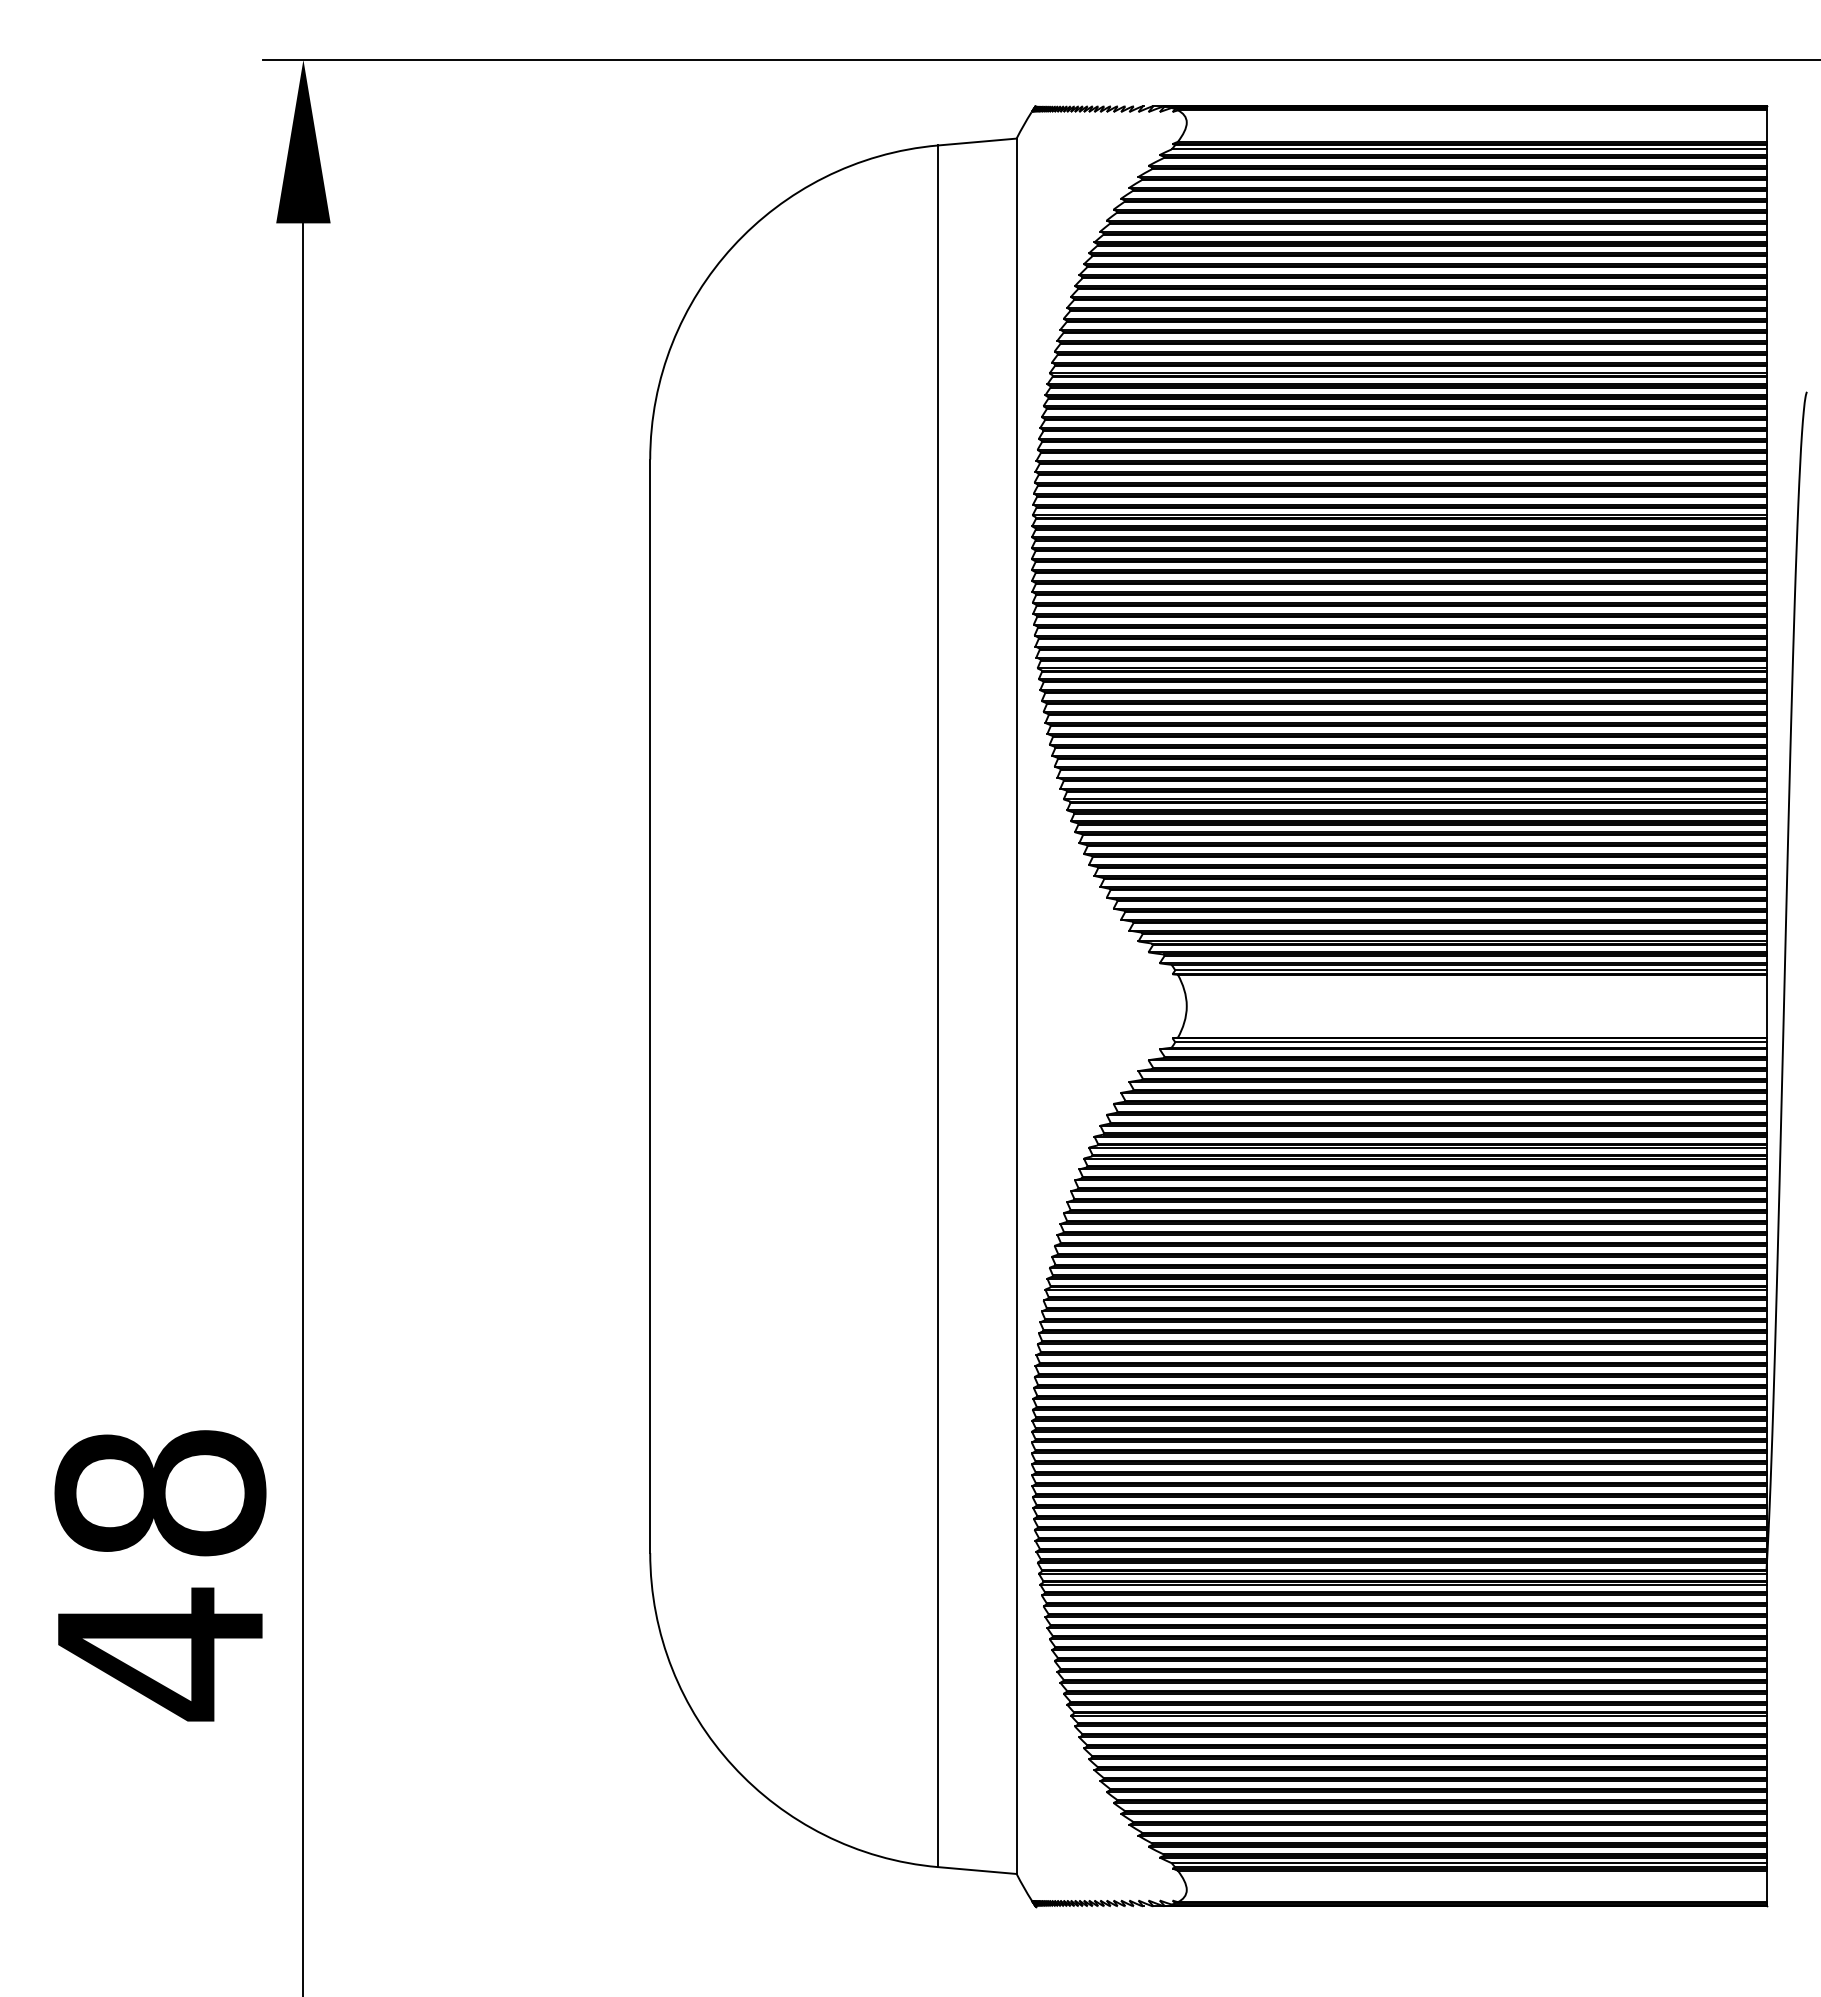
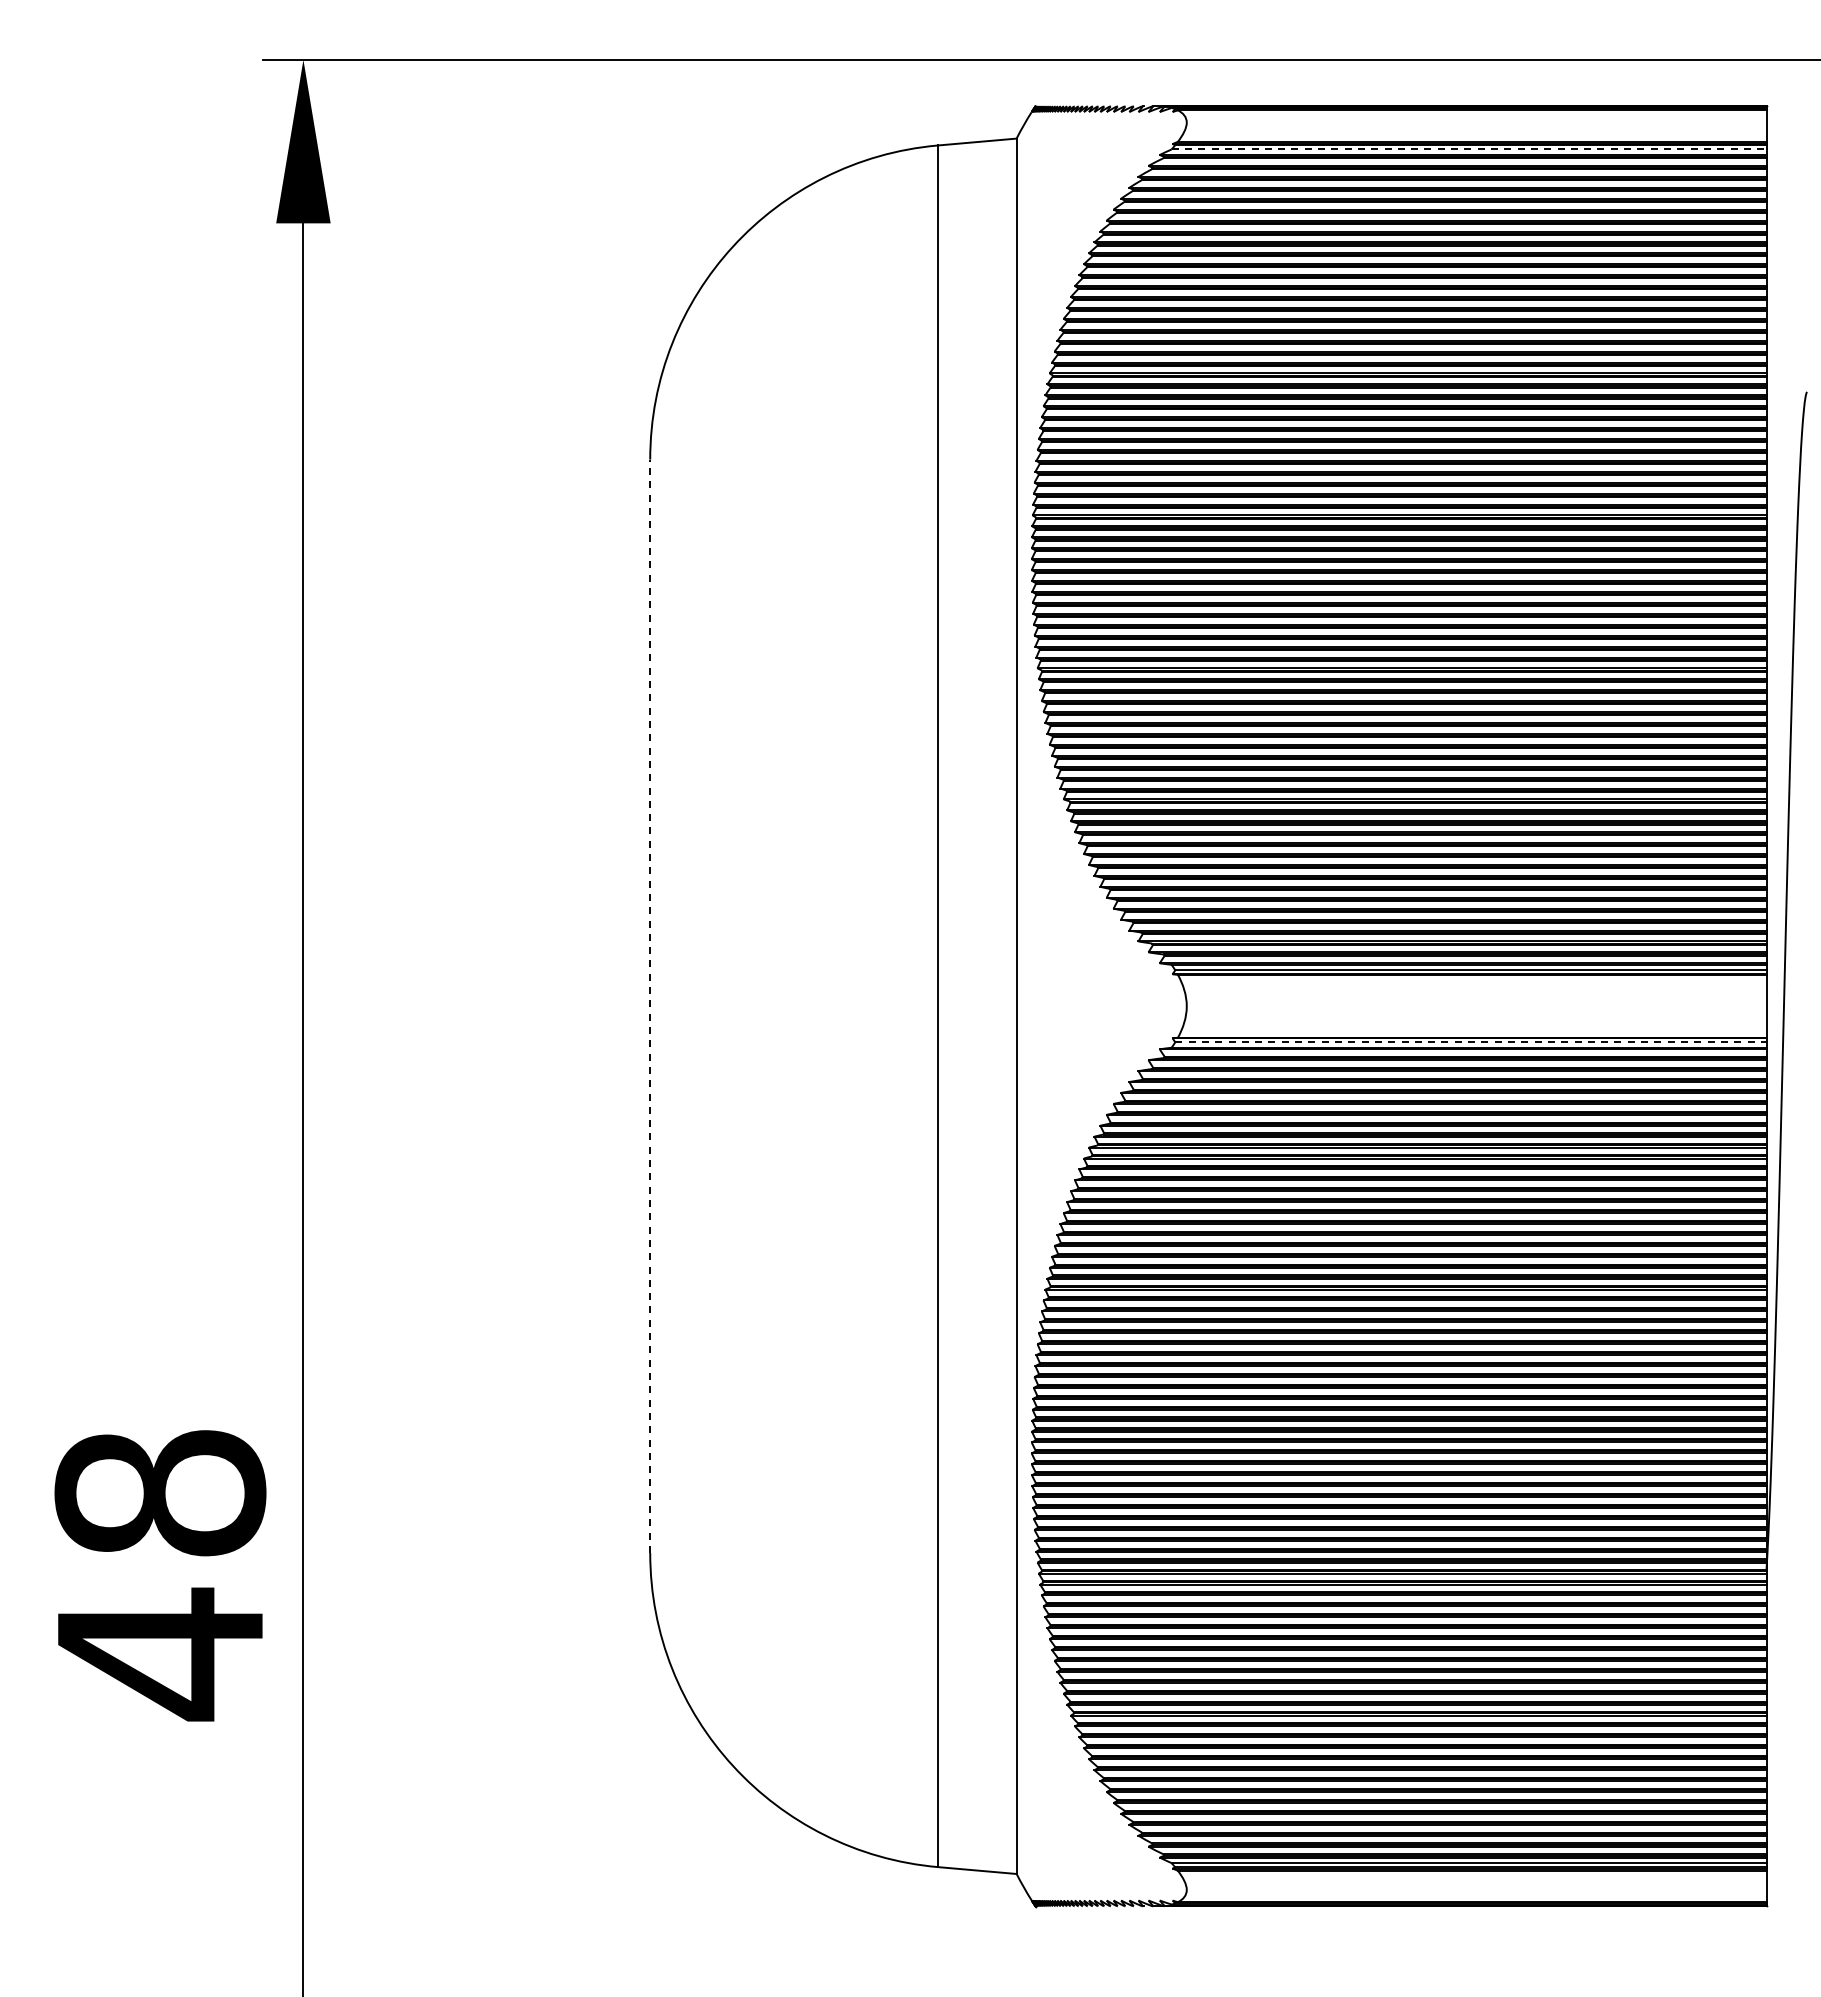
line at (1469, 149): solid -> dashed
line at (650, 1006): solid -> dashed
line at (1470, 1042): solid -> dashed
